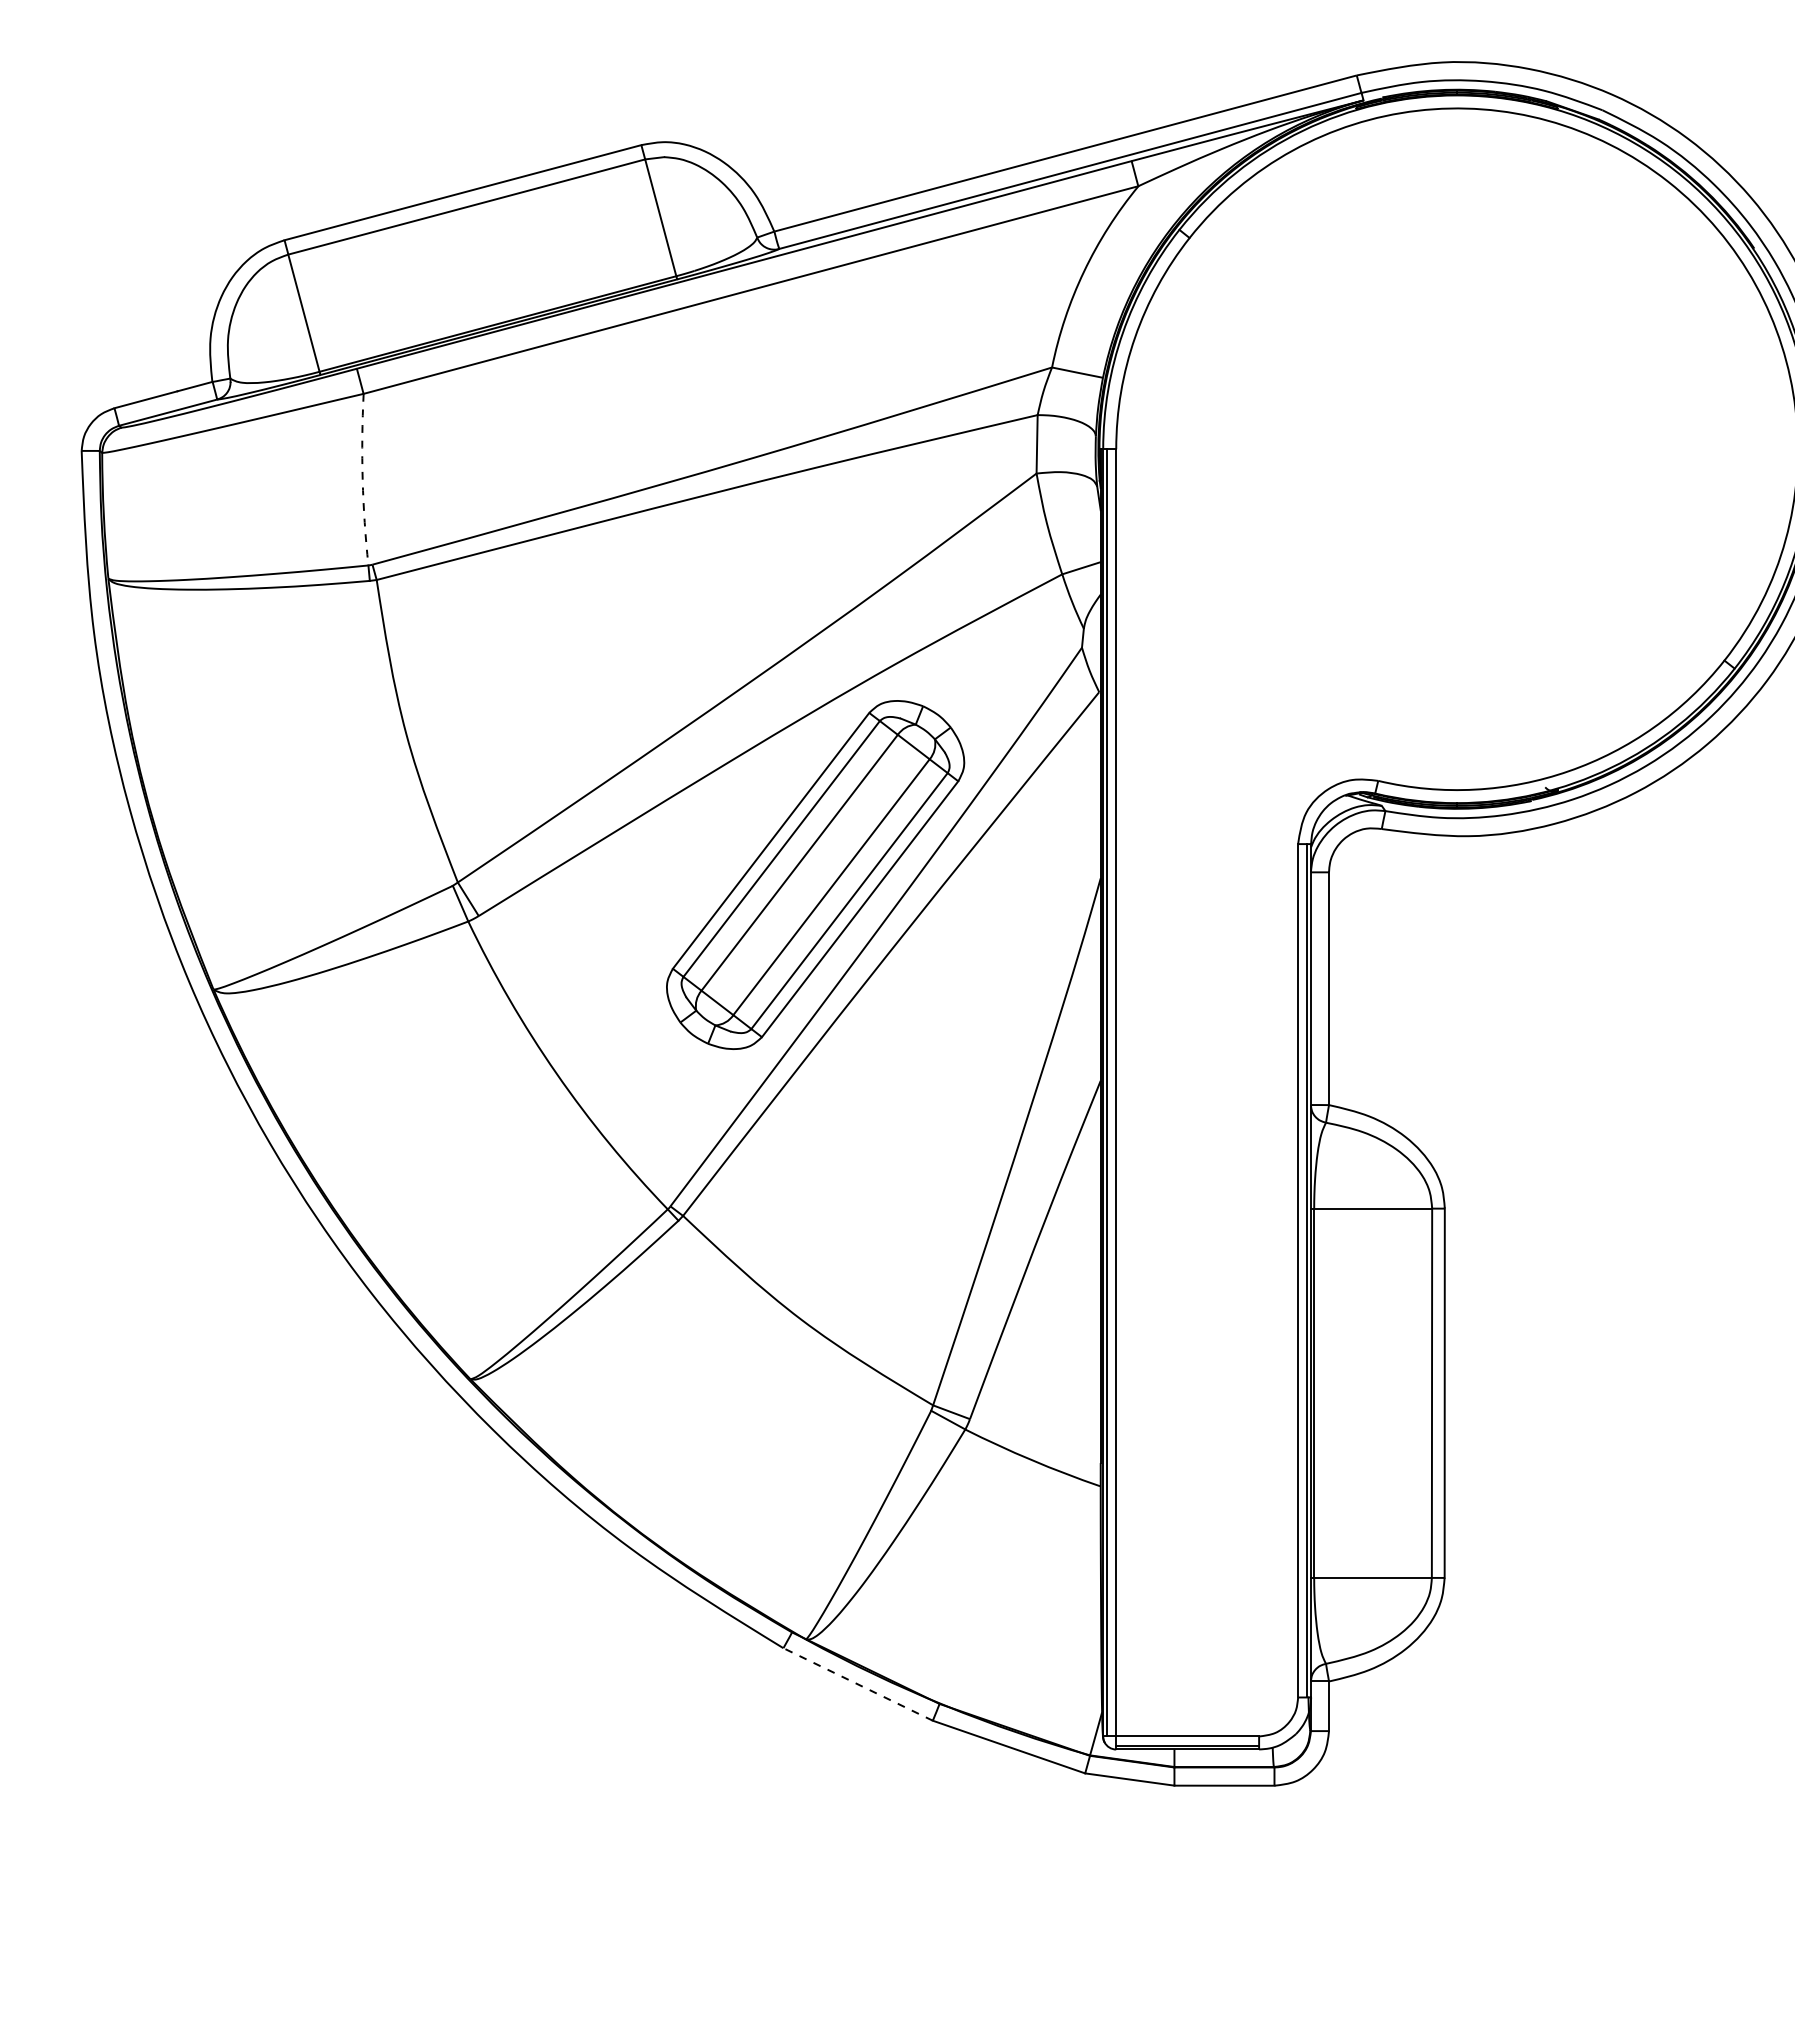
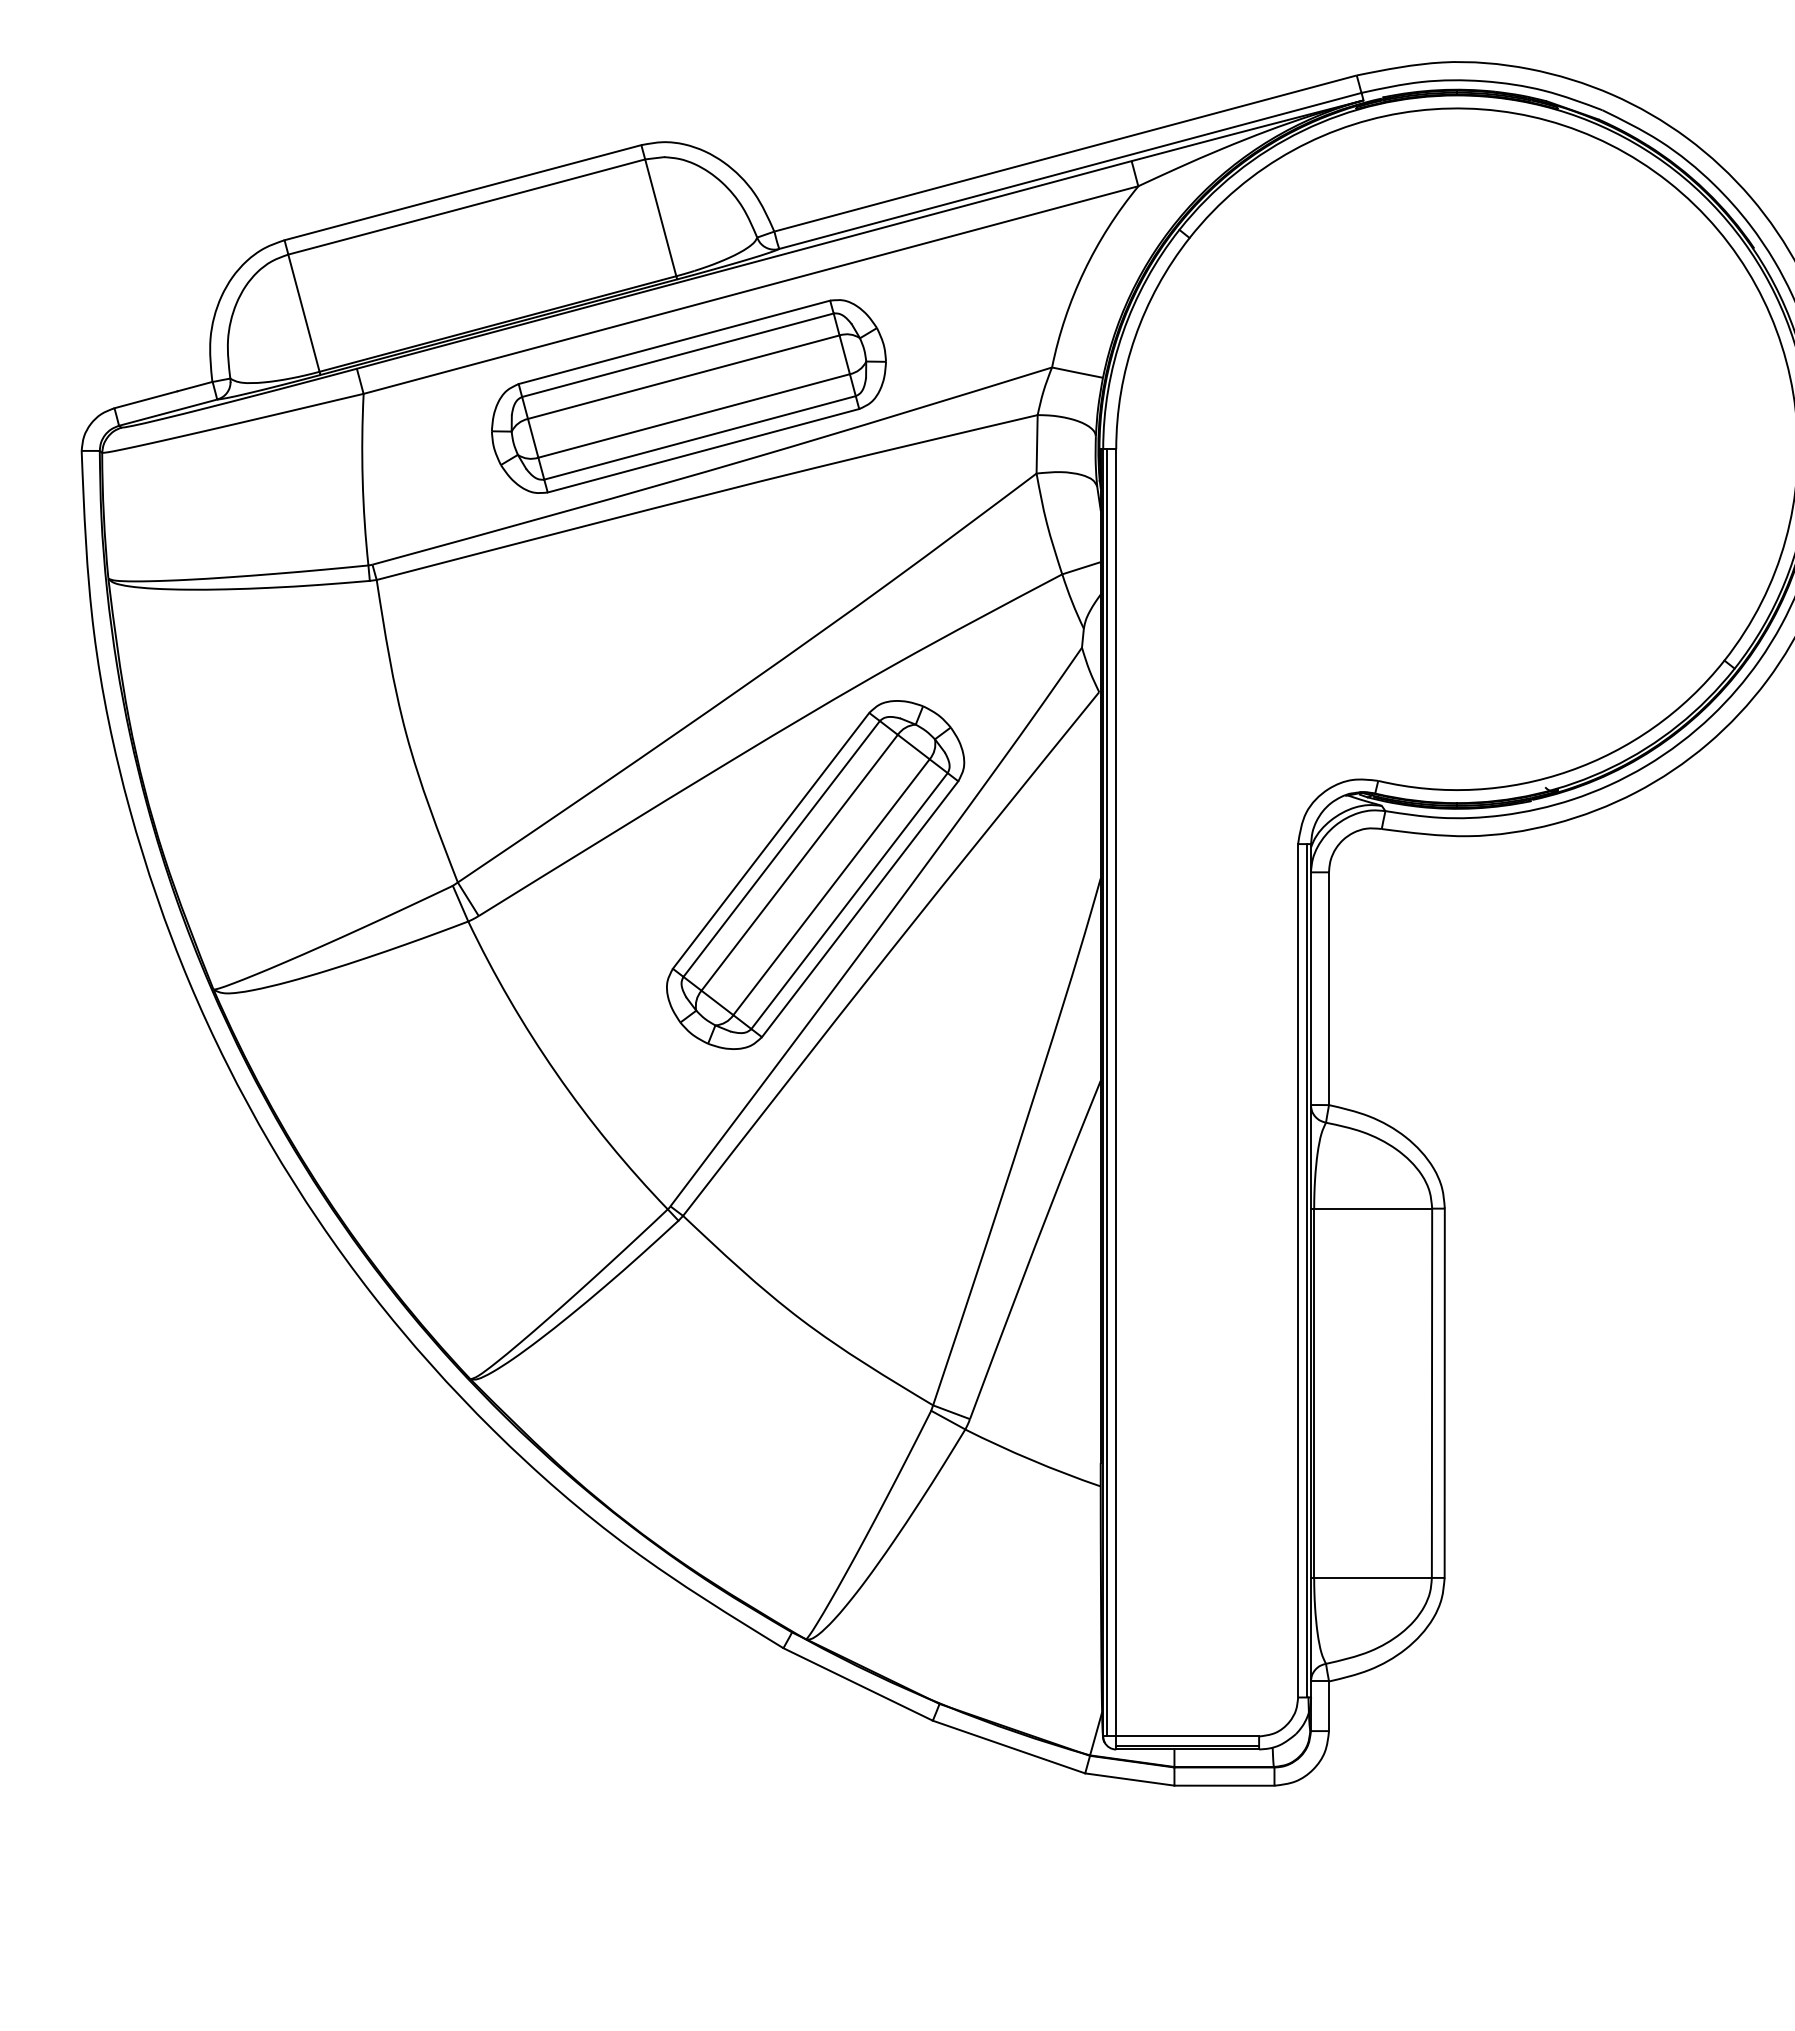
part at (688, 396): none -> present
arc at (362, 479): dashed -> solid
line at (857, 1684): dashed -> solid
